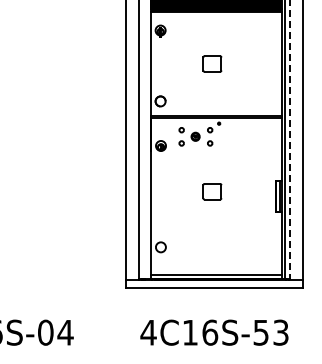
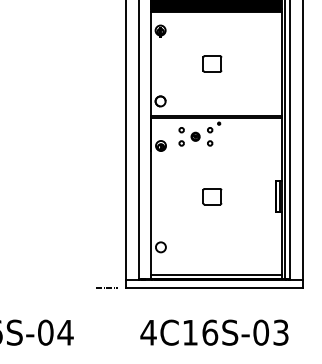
line at (290, 140): dashed -> solid
part at (212, 191) position: (212, 191) -> (212, 196)
line at (106, 287): none -> present
text at (261, 332): 4C16S-53 -> 4C16S-03
